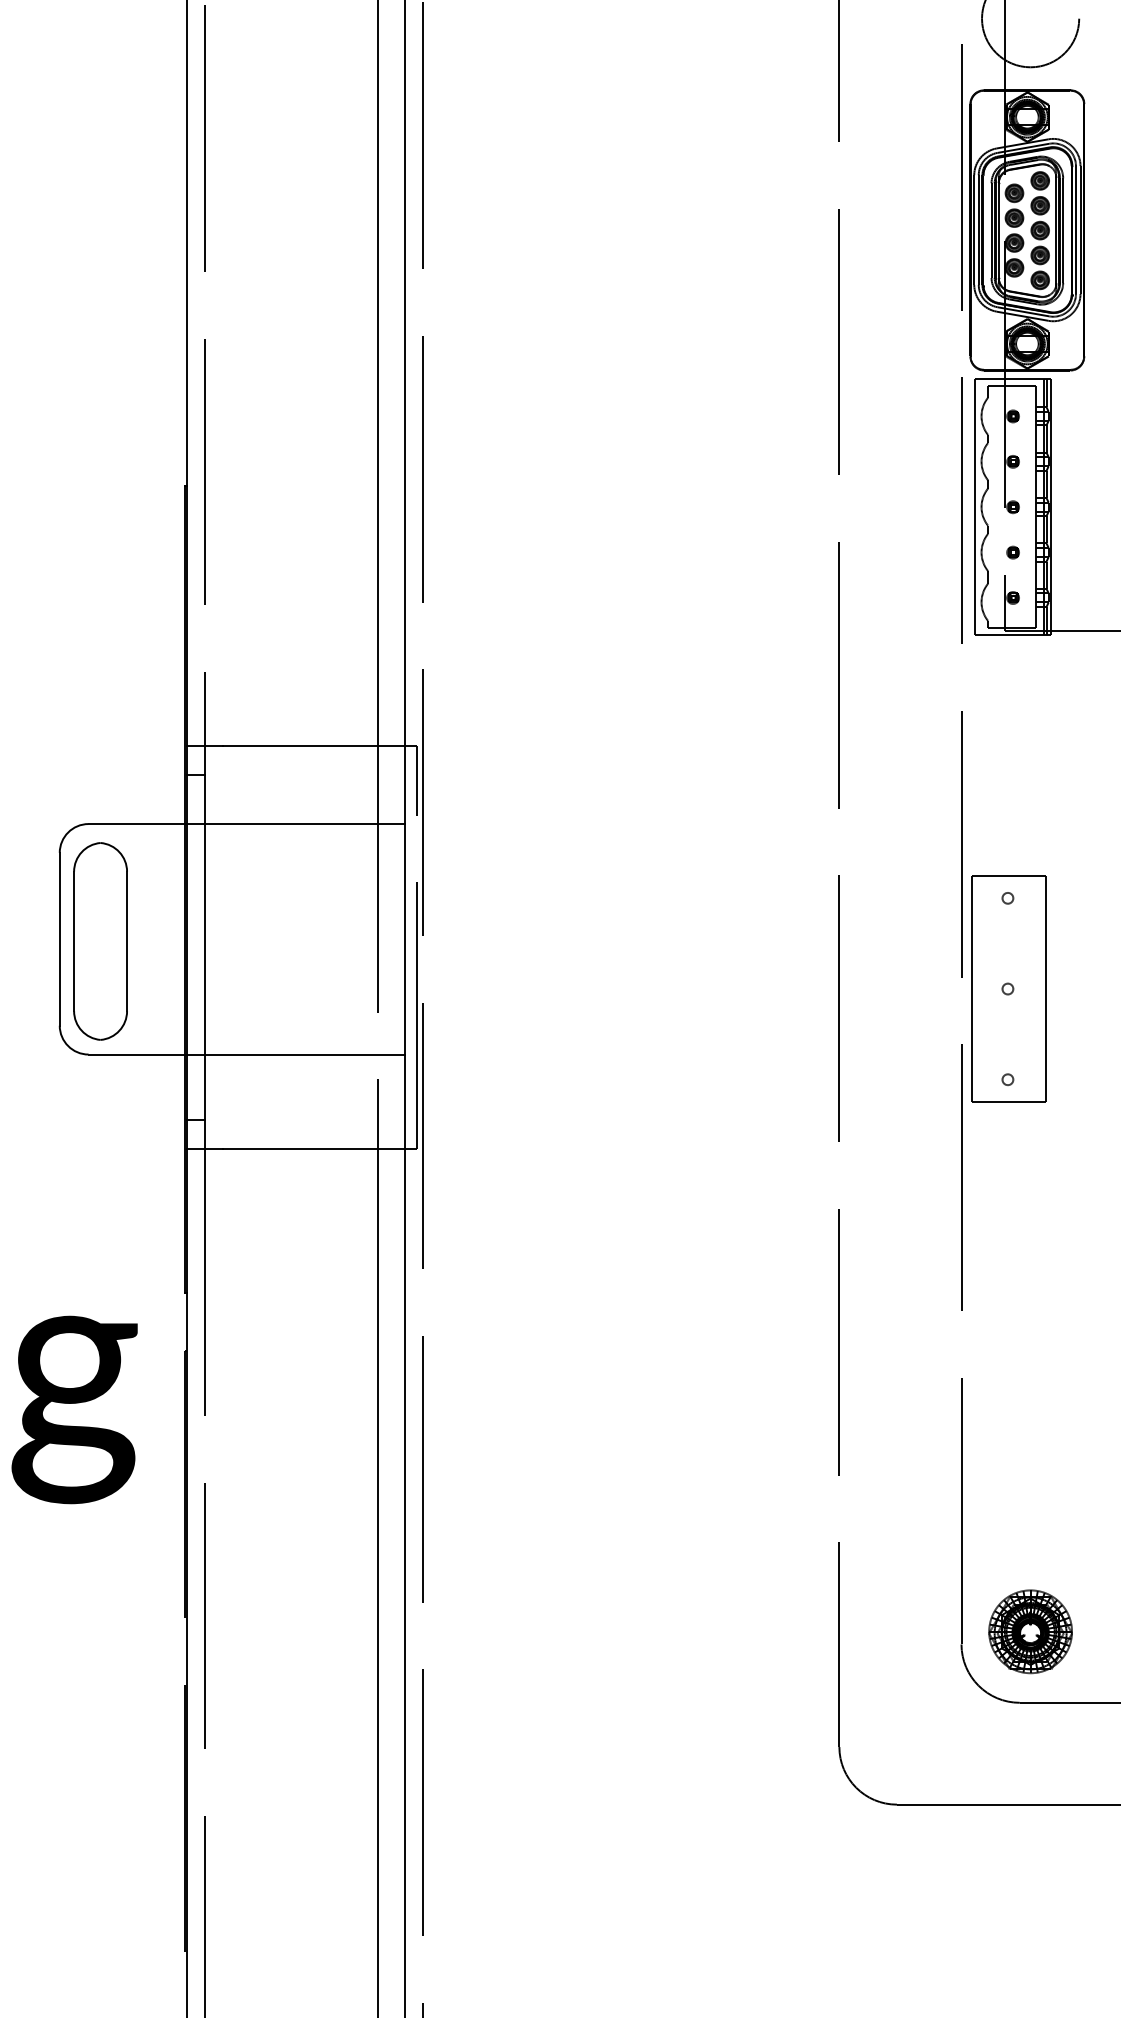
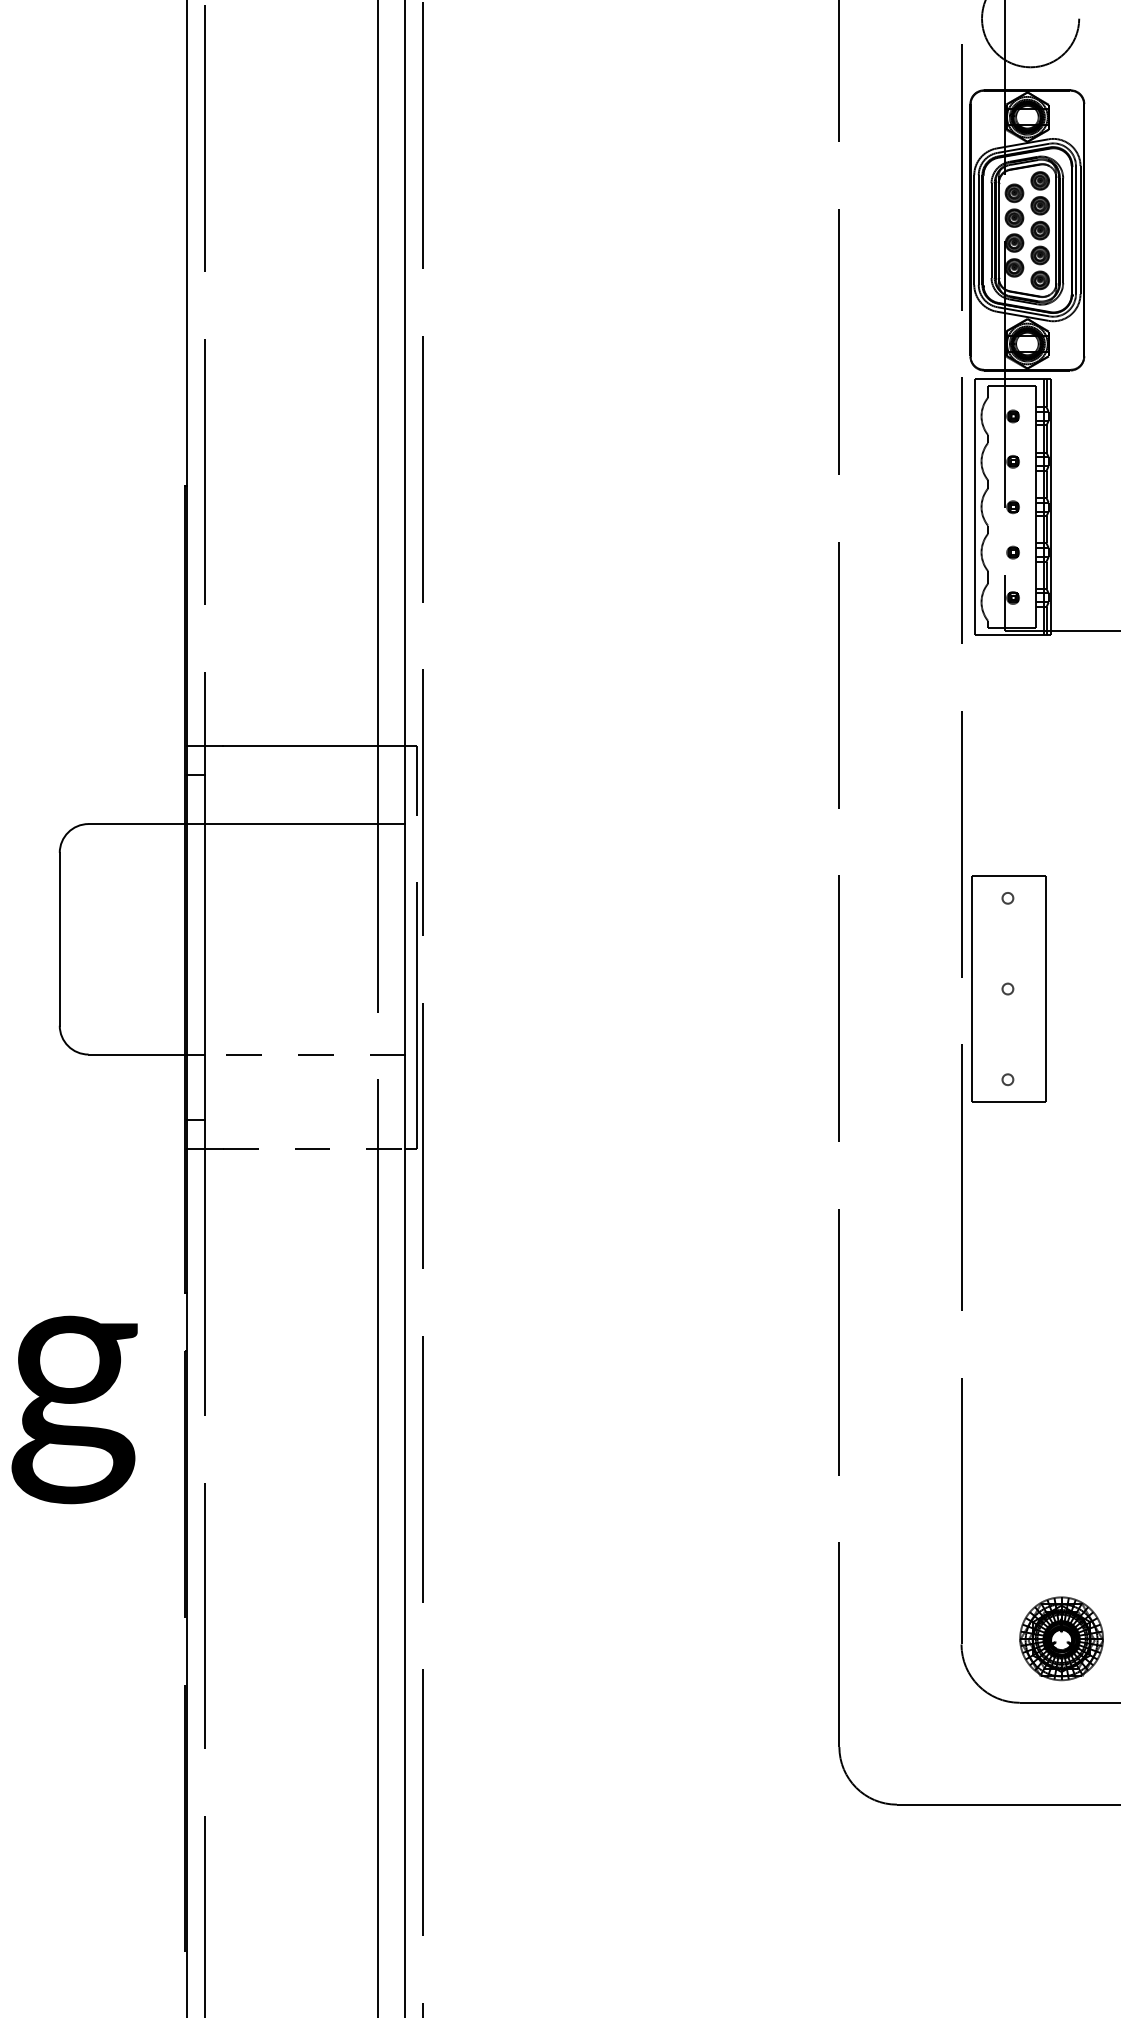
part at (100, 941): present -> none
line at (304, 1054): solid -> dashed
line at (314, 1149): solid -> dashed
part at (1030, 1631) position: (1030, 1631) -> (1061, 1638)
